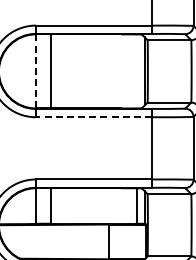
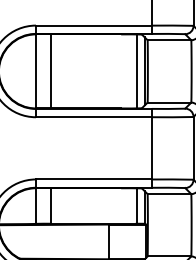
line at (36, 71): dashed -> solid
line at (136, 71): none -> present
line at (93, 117): dashed -> solid
